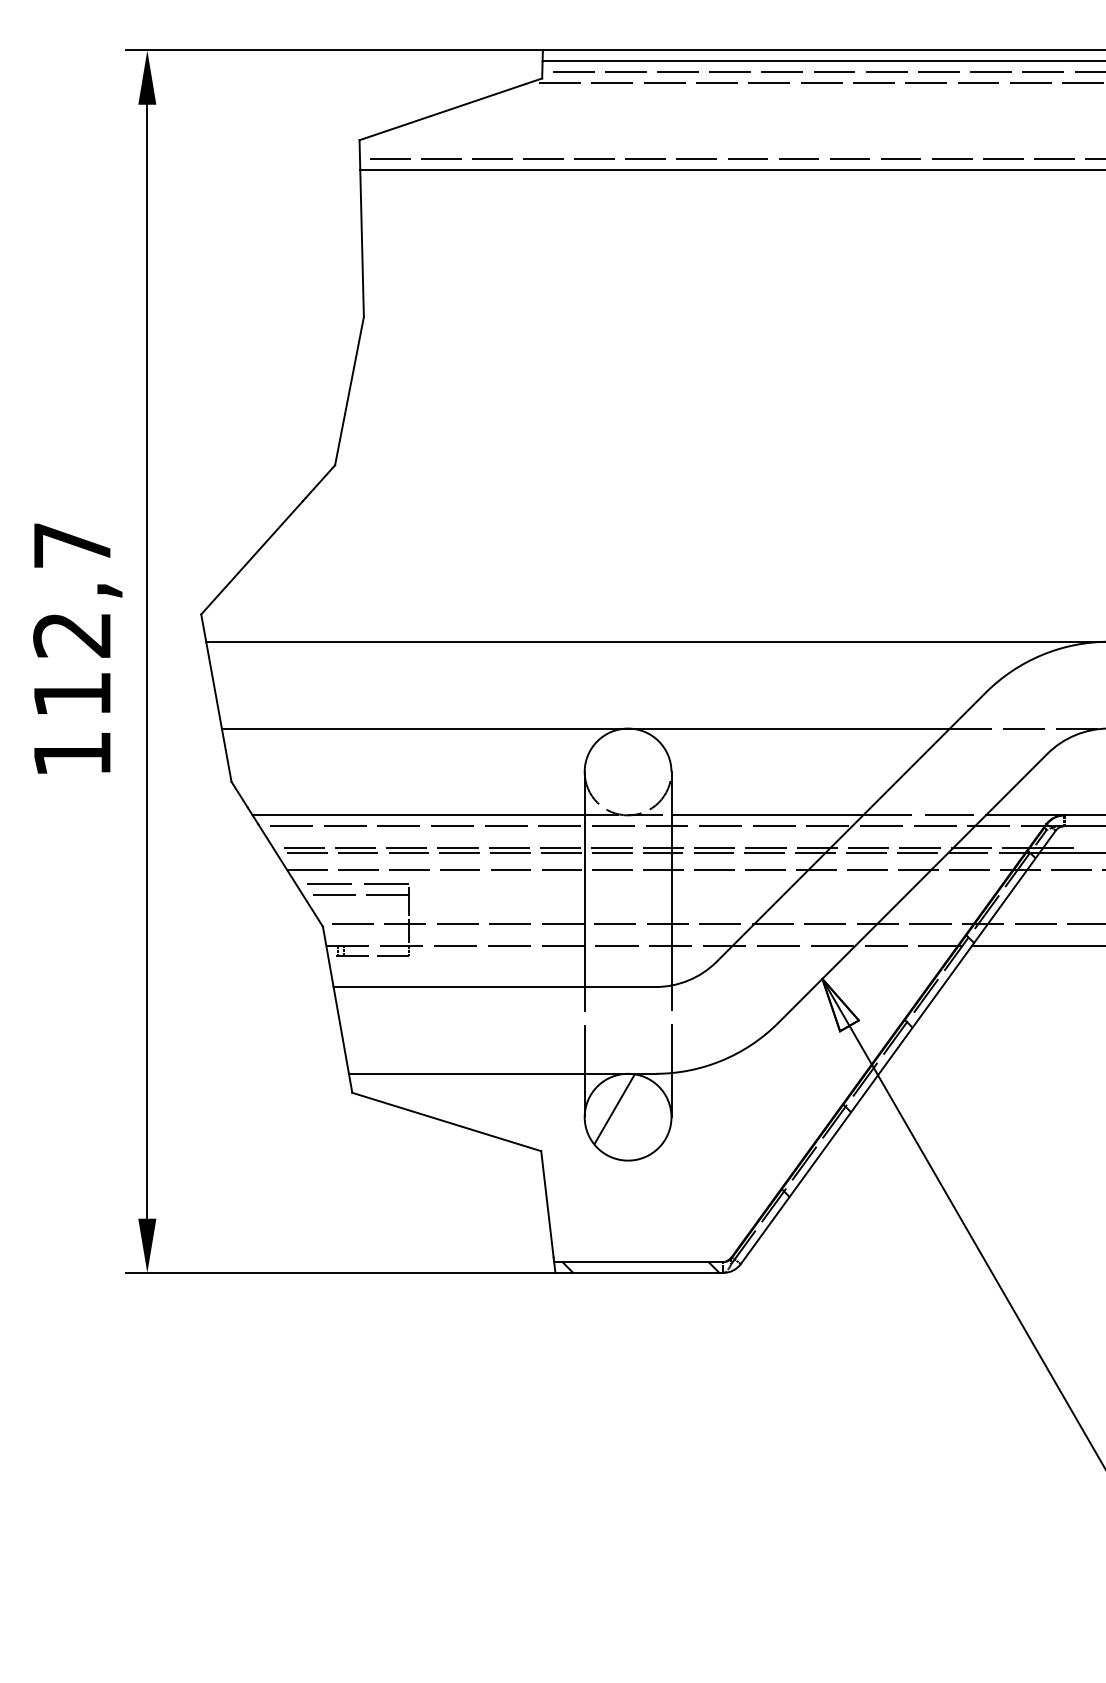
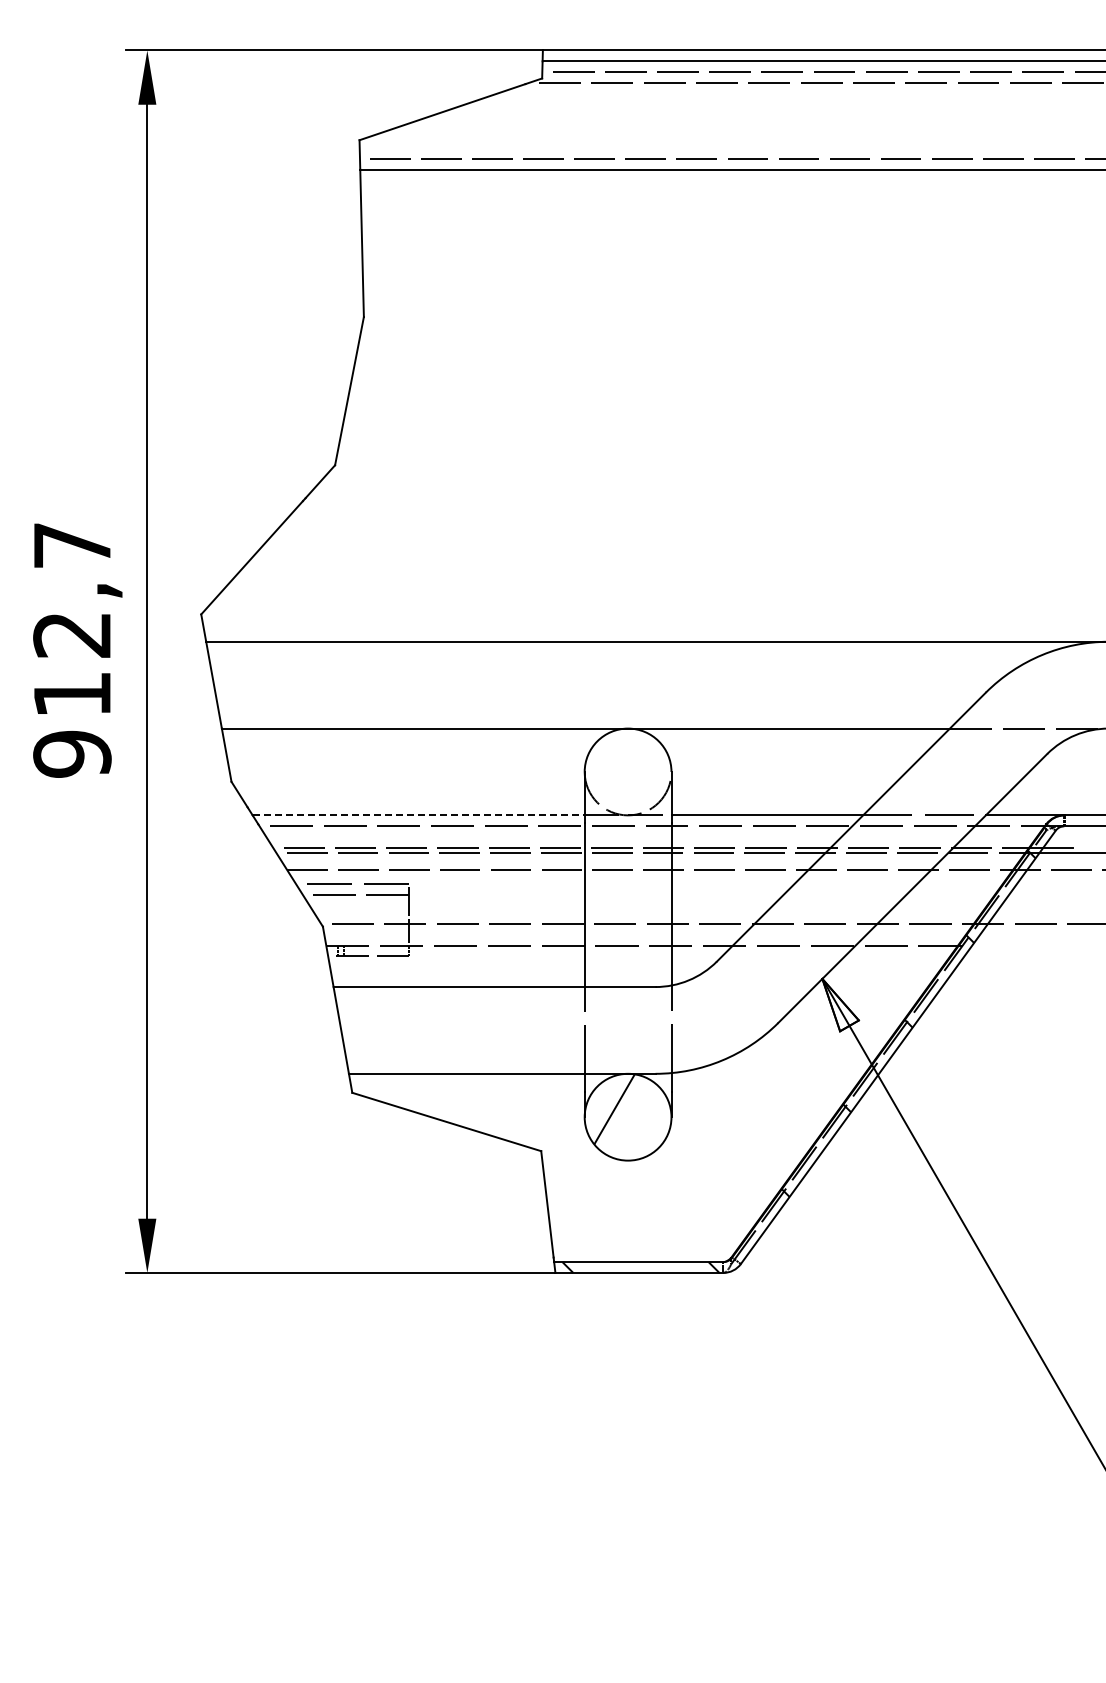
text at (72, 753): 112,7 -> 912,7
line at (419, 815): solid -> dashed
line at (1037, 945): present -> none
